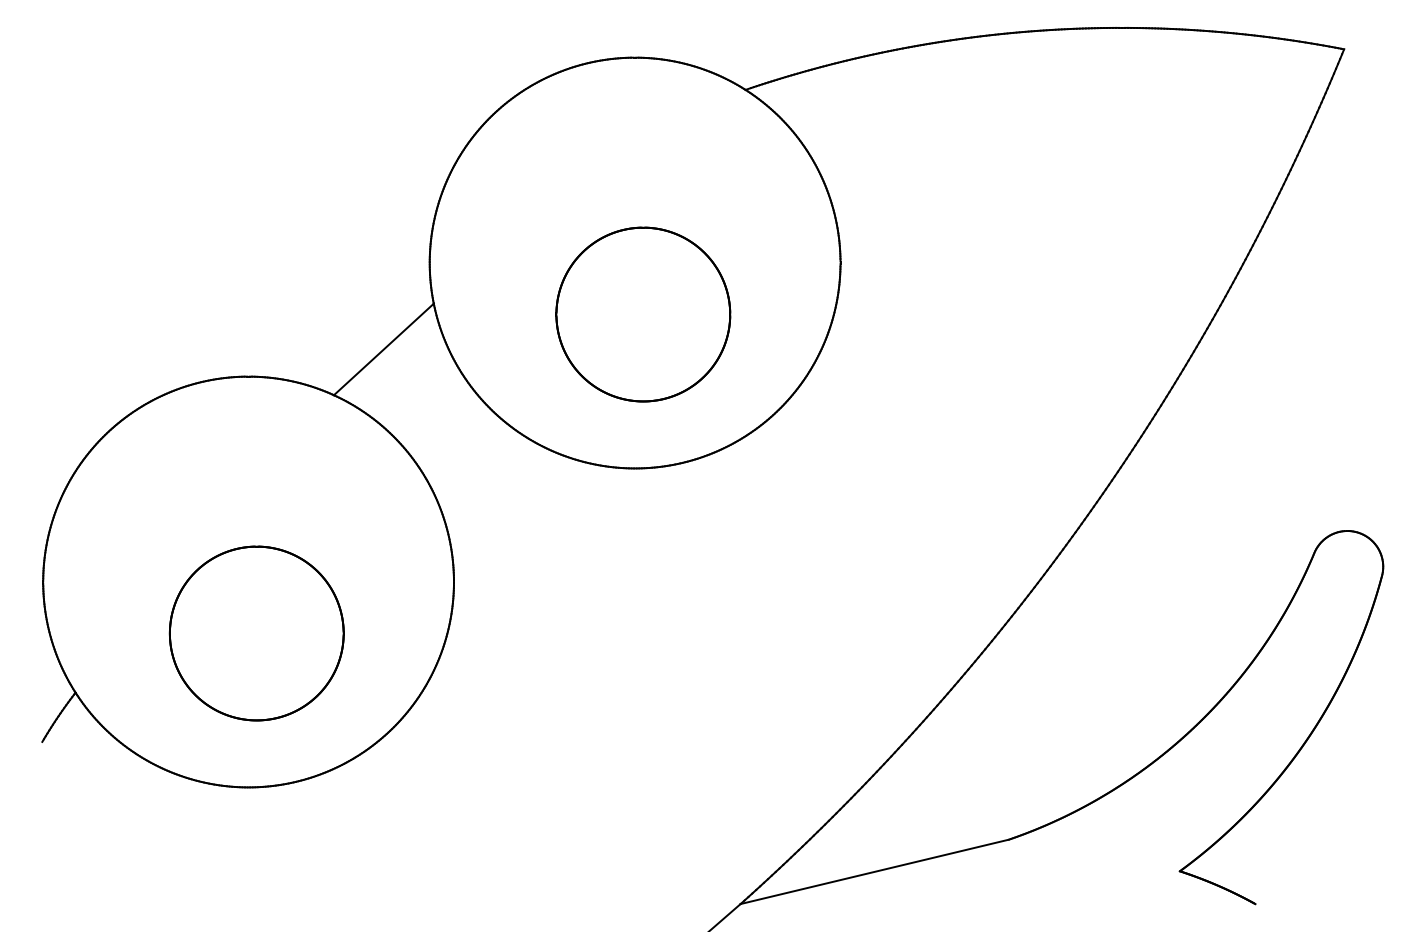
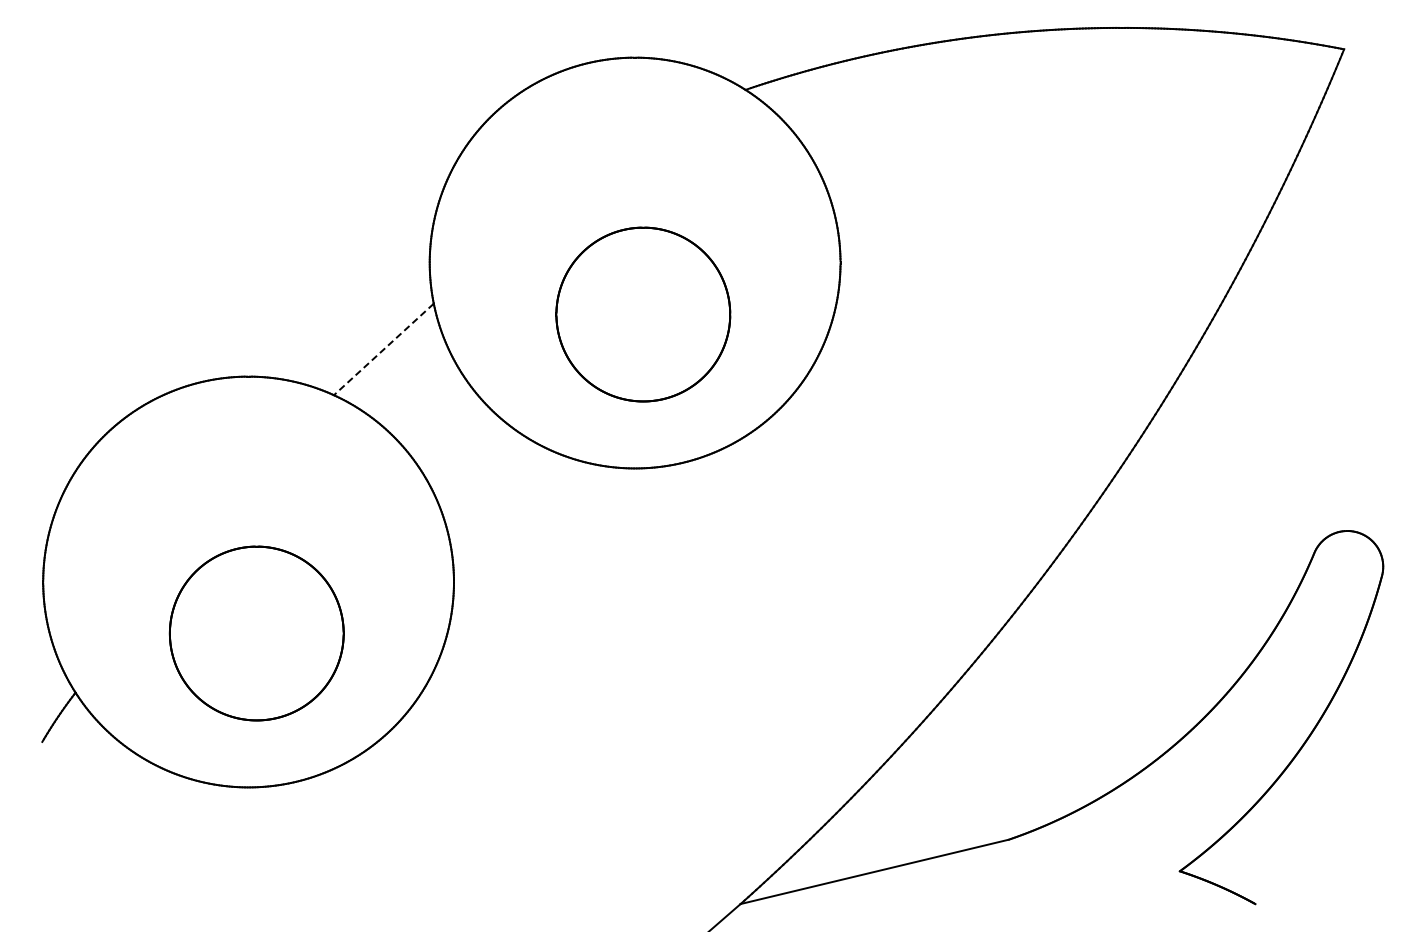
line at (383, 349): solid -> dashed
